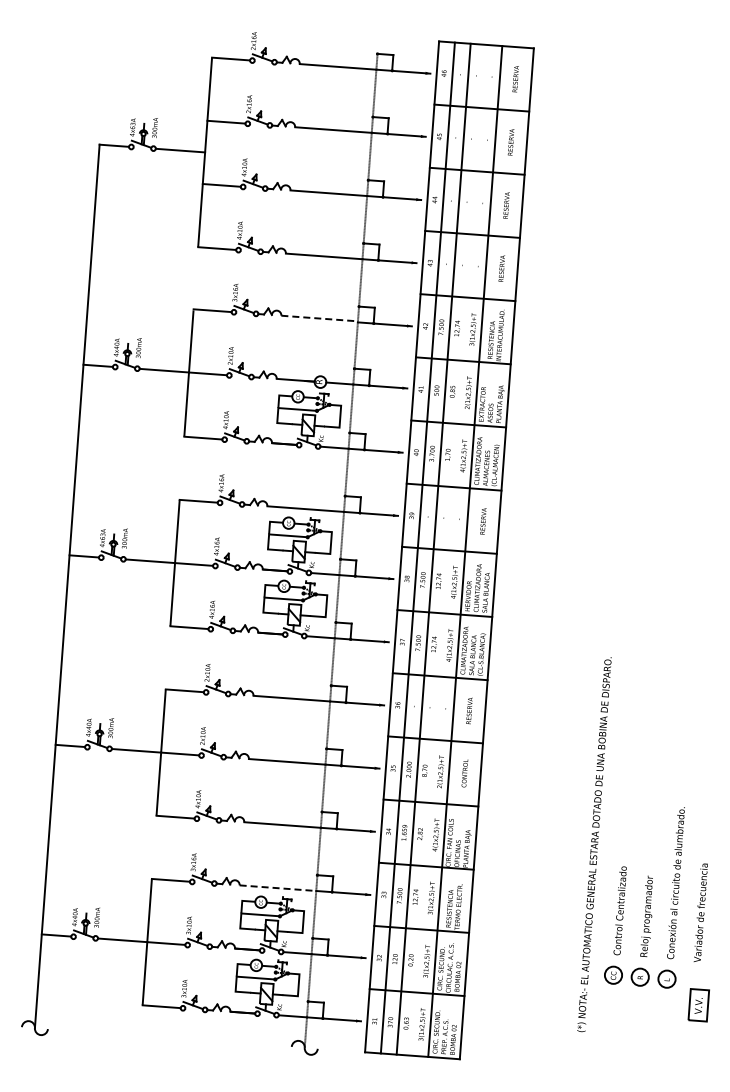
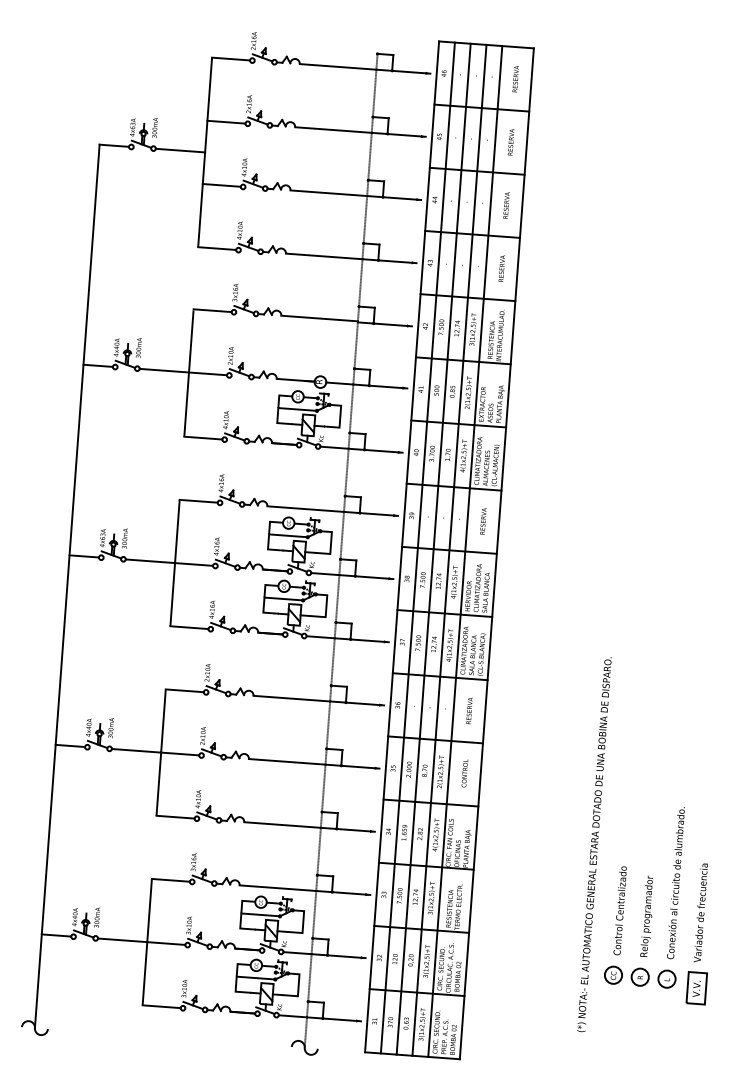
line at (320, 318): dashed -> solid
line at (449, 549): none -> present
line at (278, 888): dashed -> solid
part at (698, 1005) position: (698, 1005) -> (696, 988)
